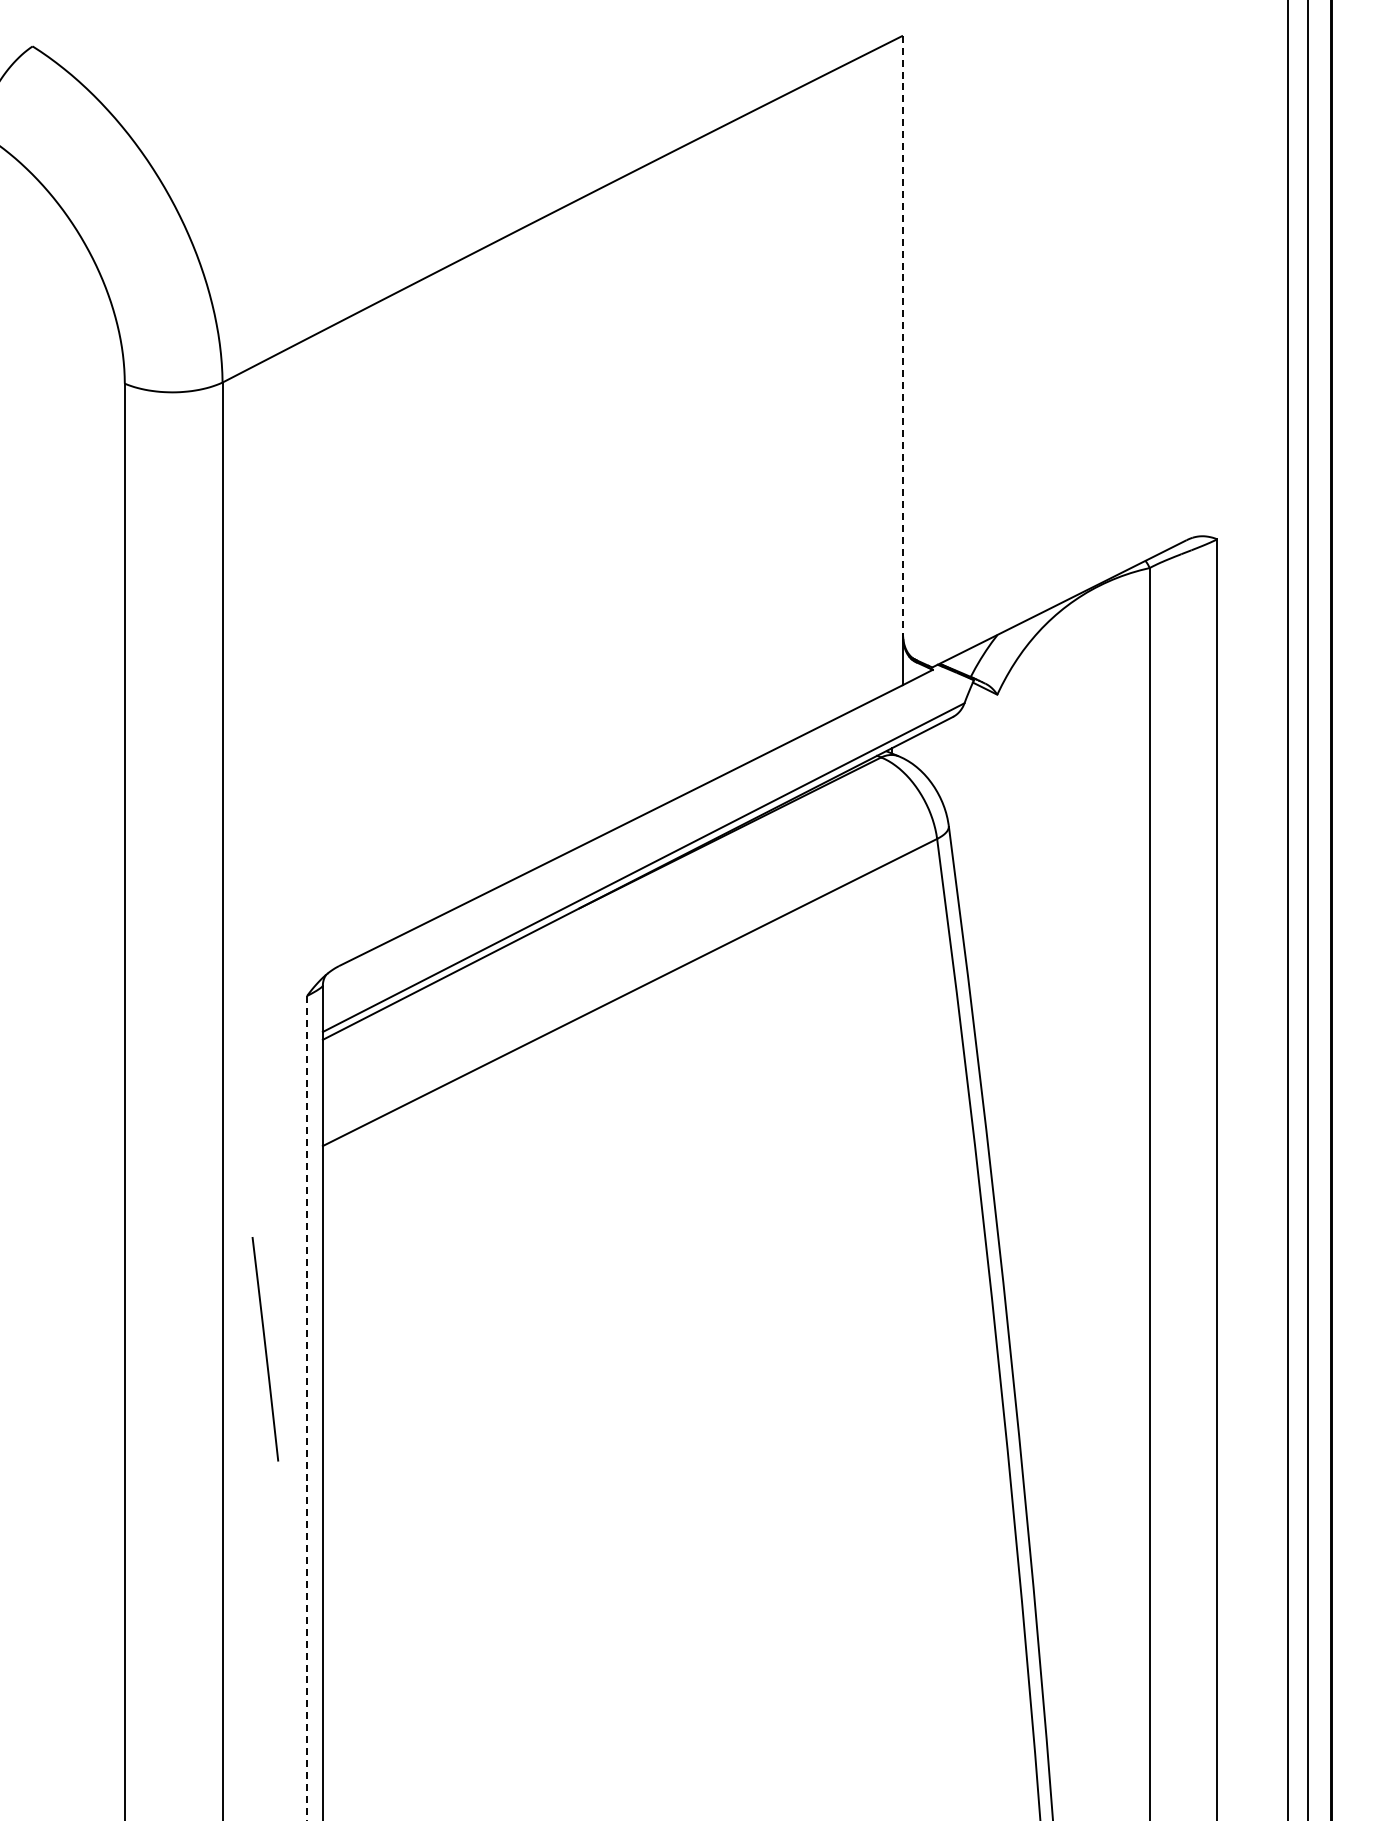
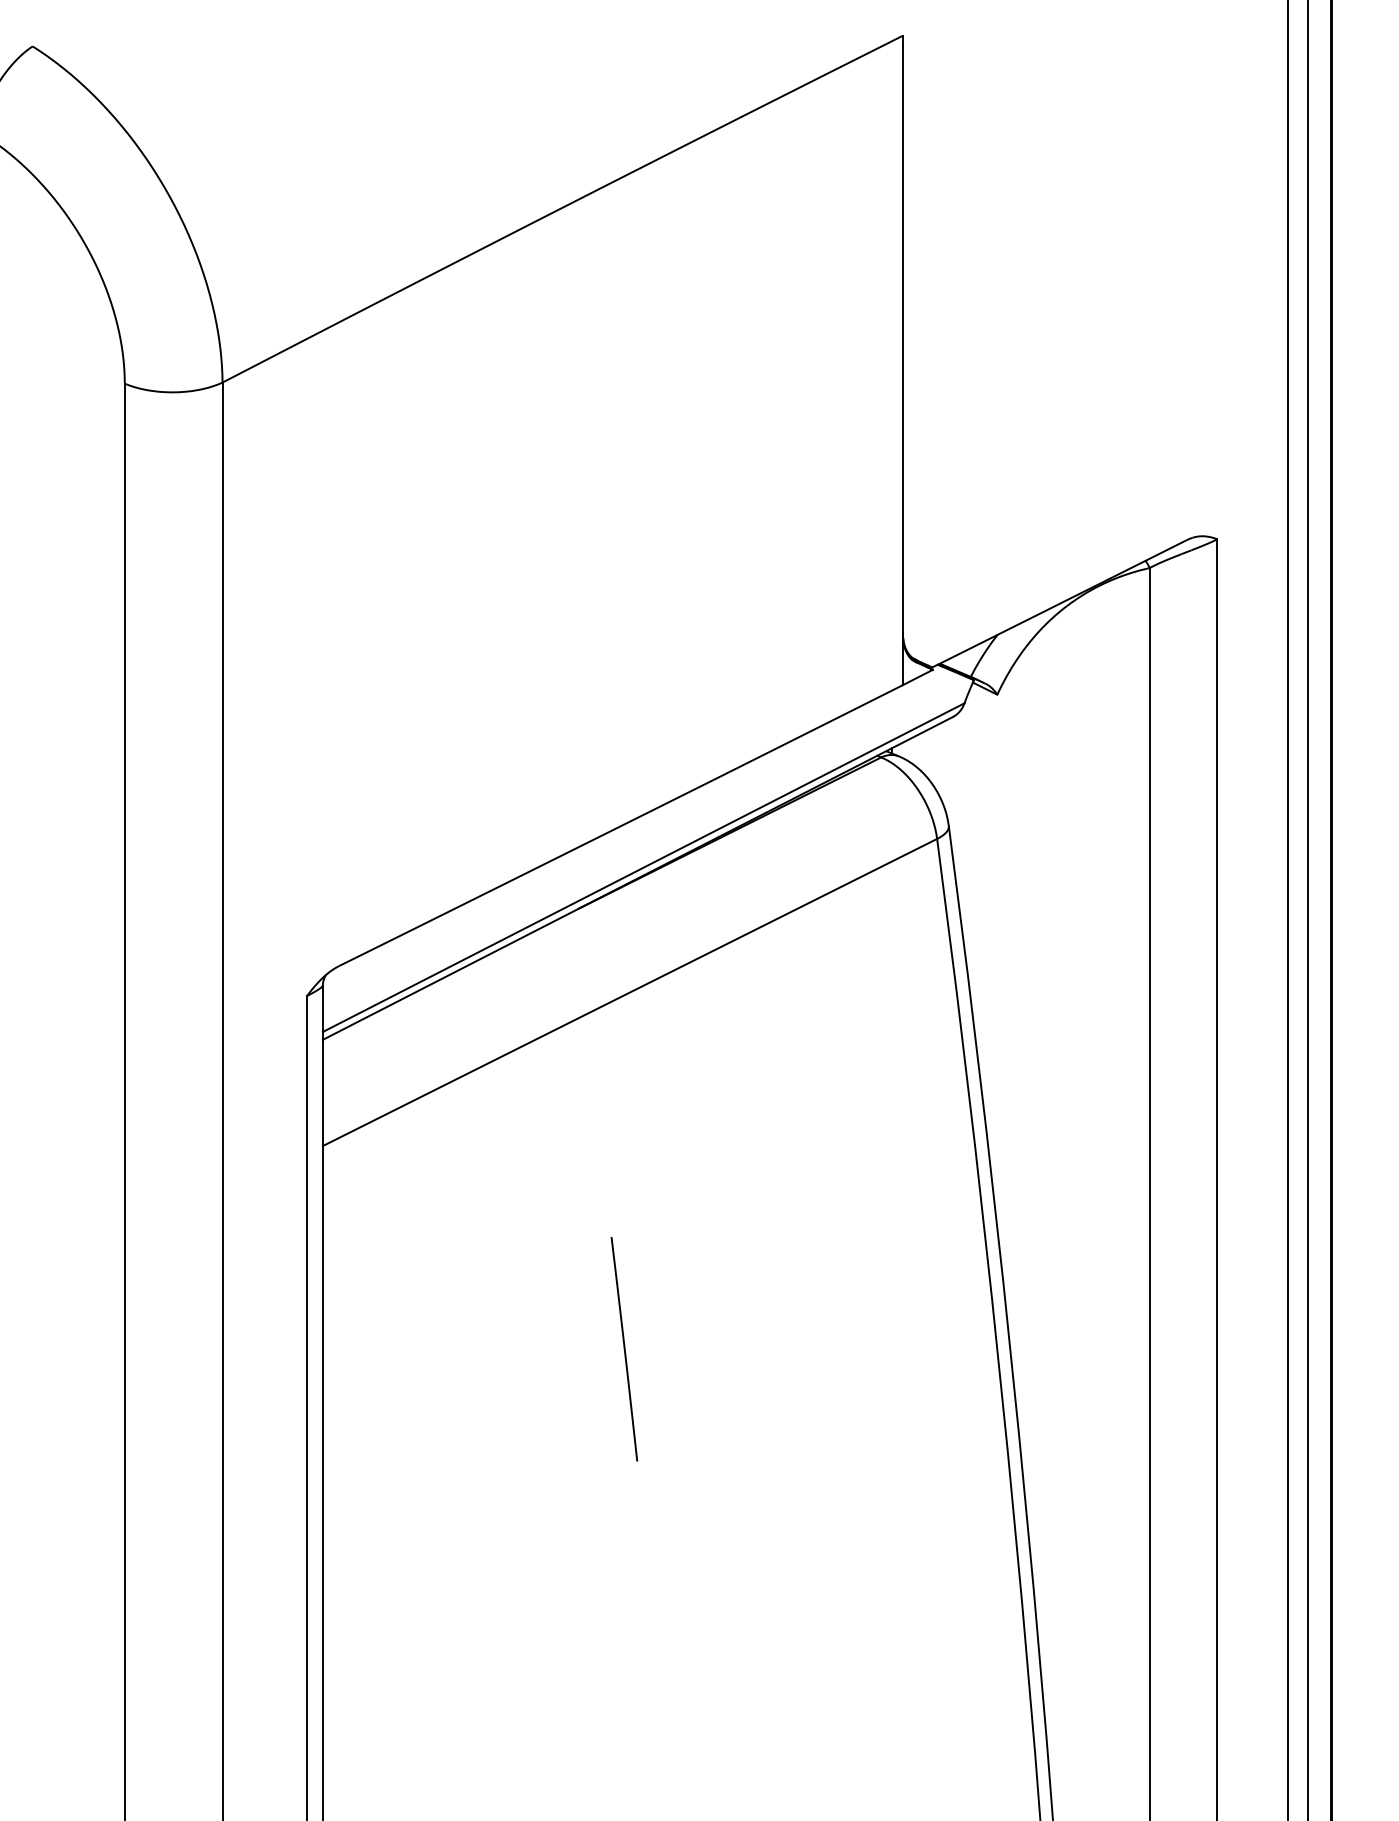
line at (902, 335): dashed -> solid
line at (265, 1349) position: (265, 1349) -> (624, 1349)
line at (307, 1408): dashed -> solid
